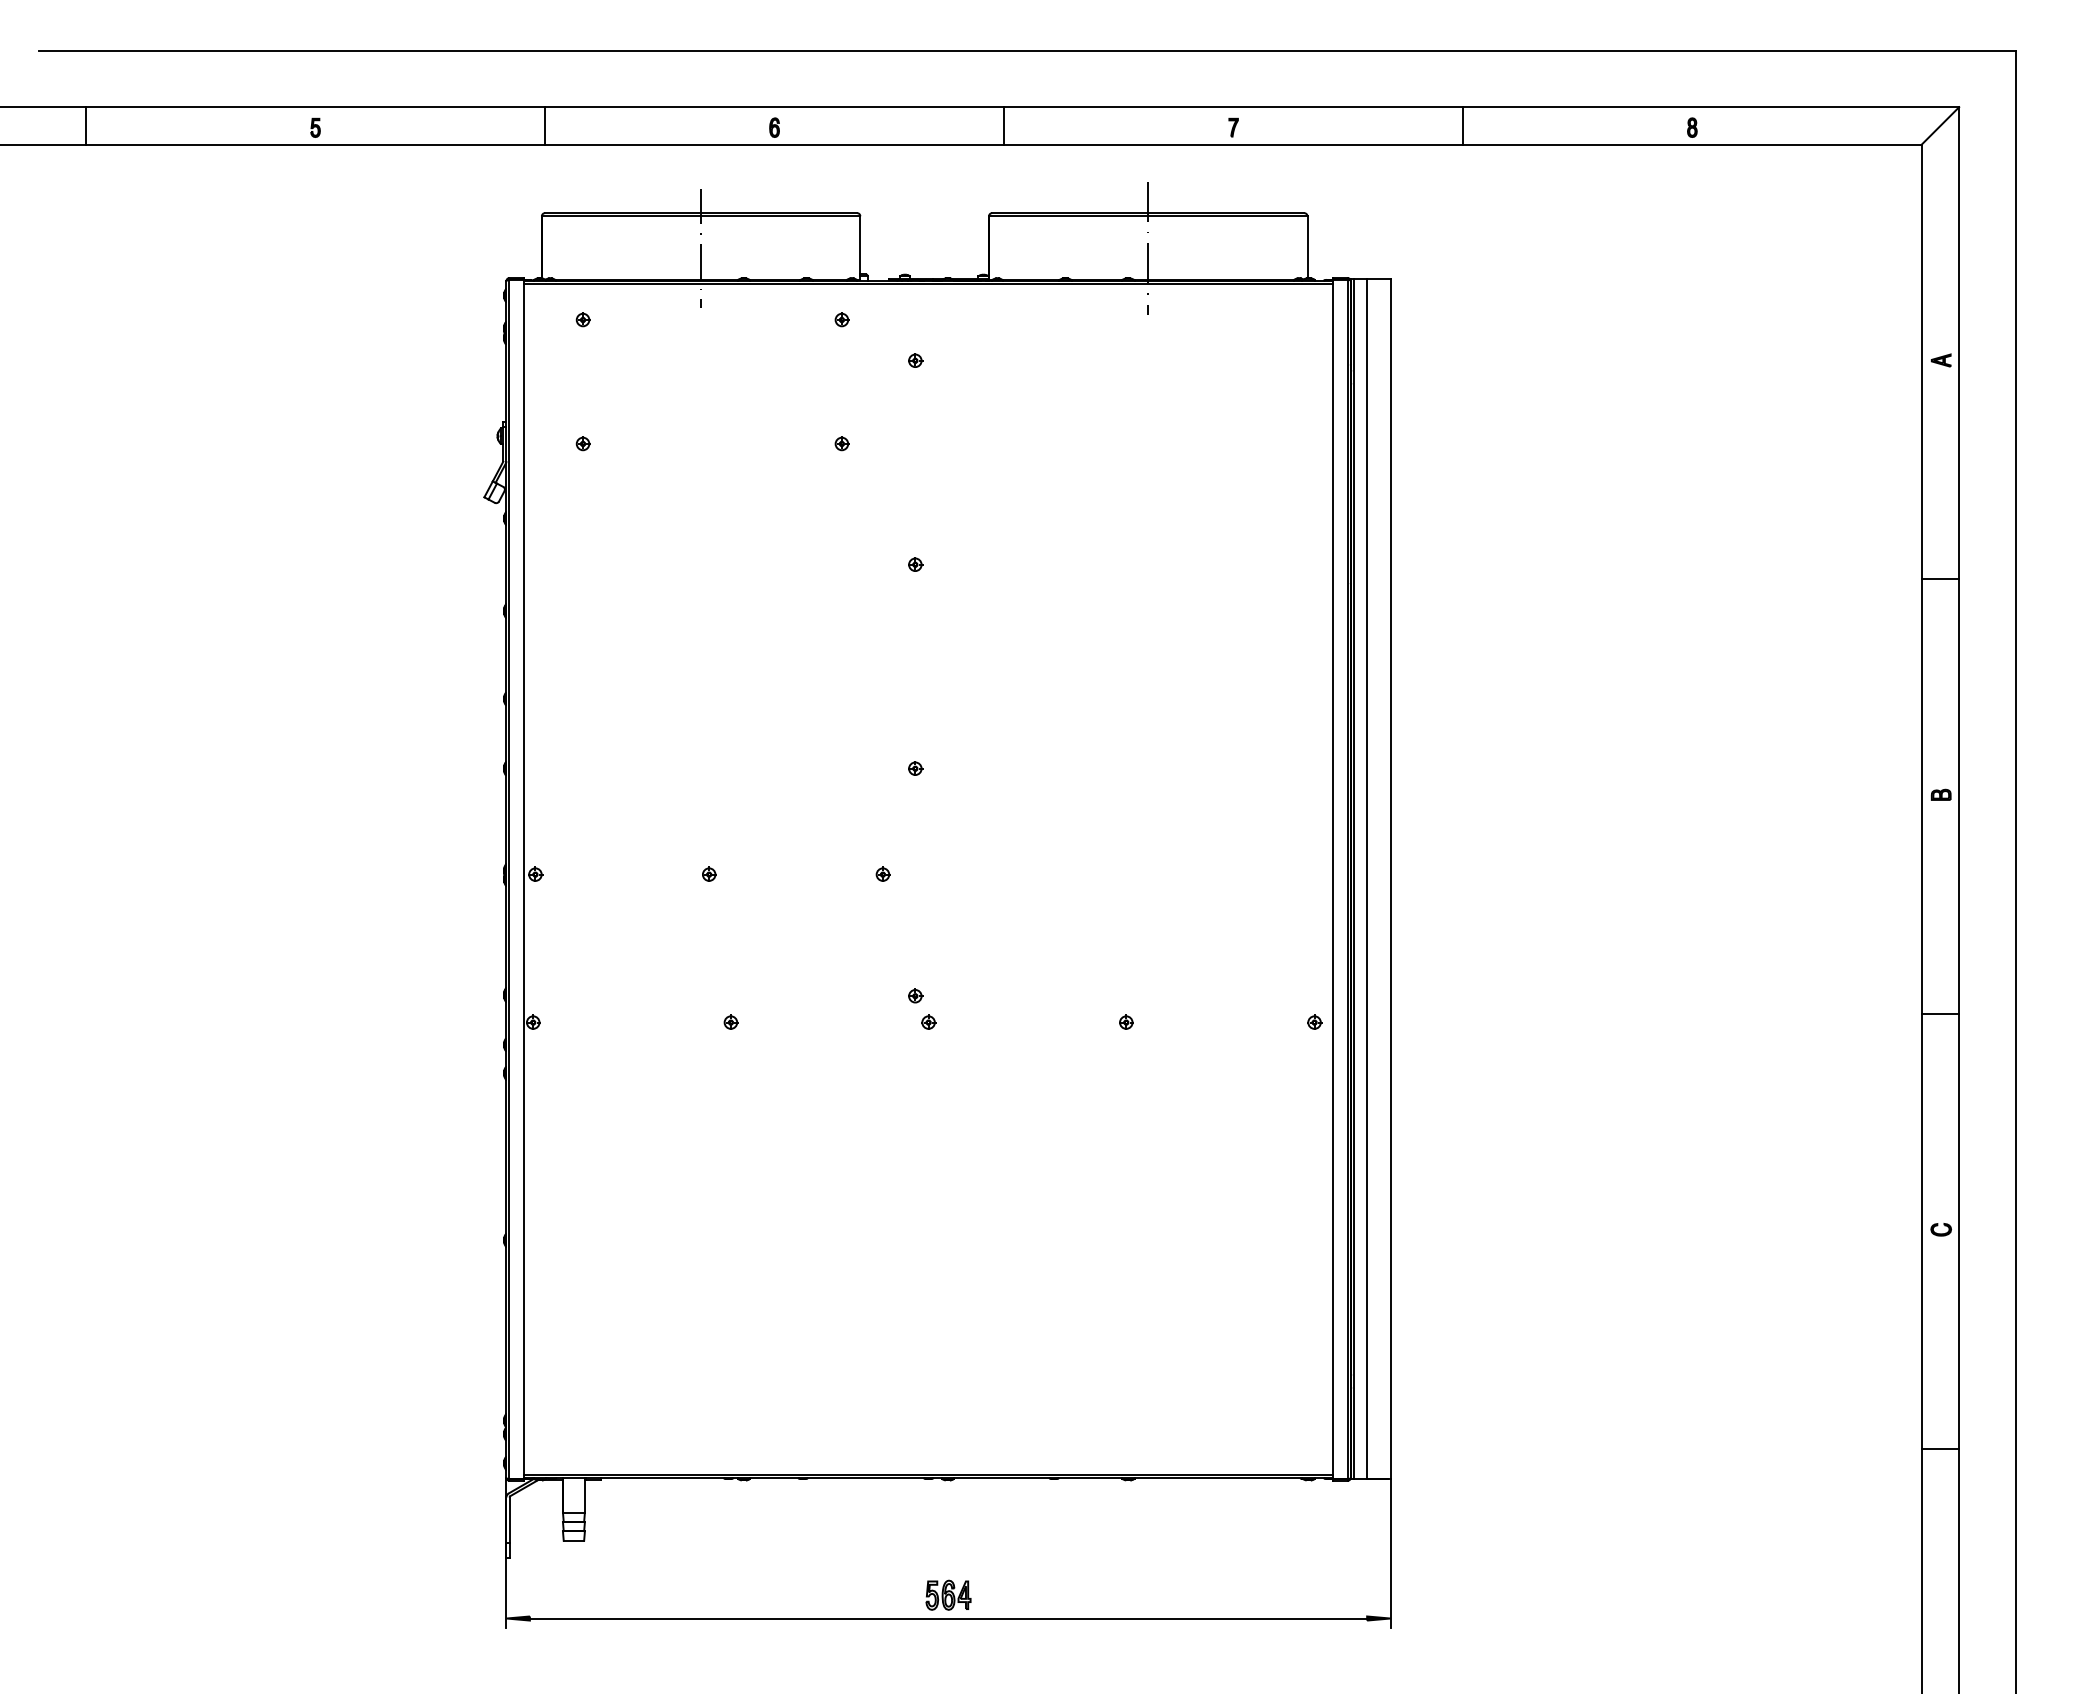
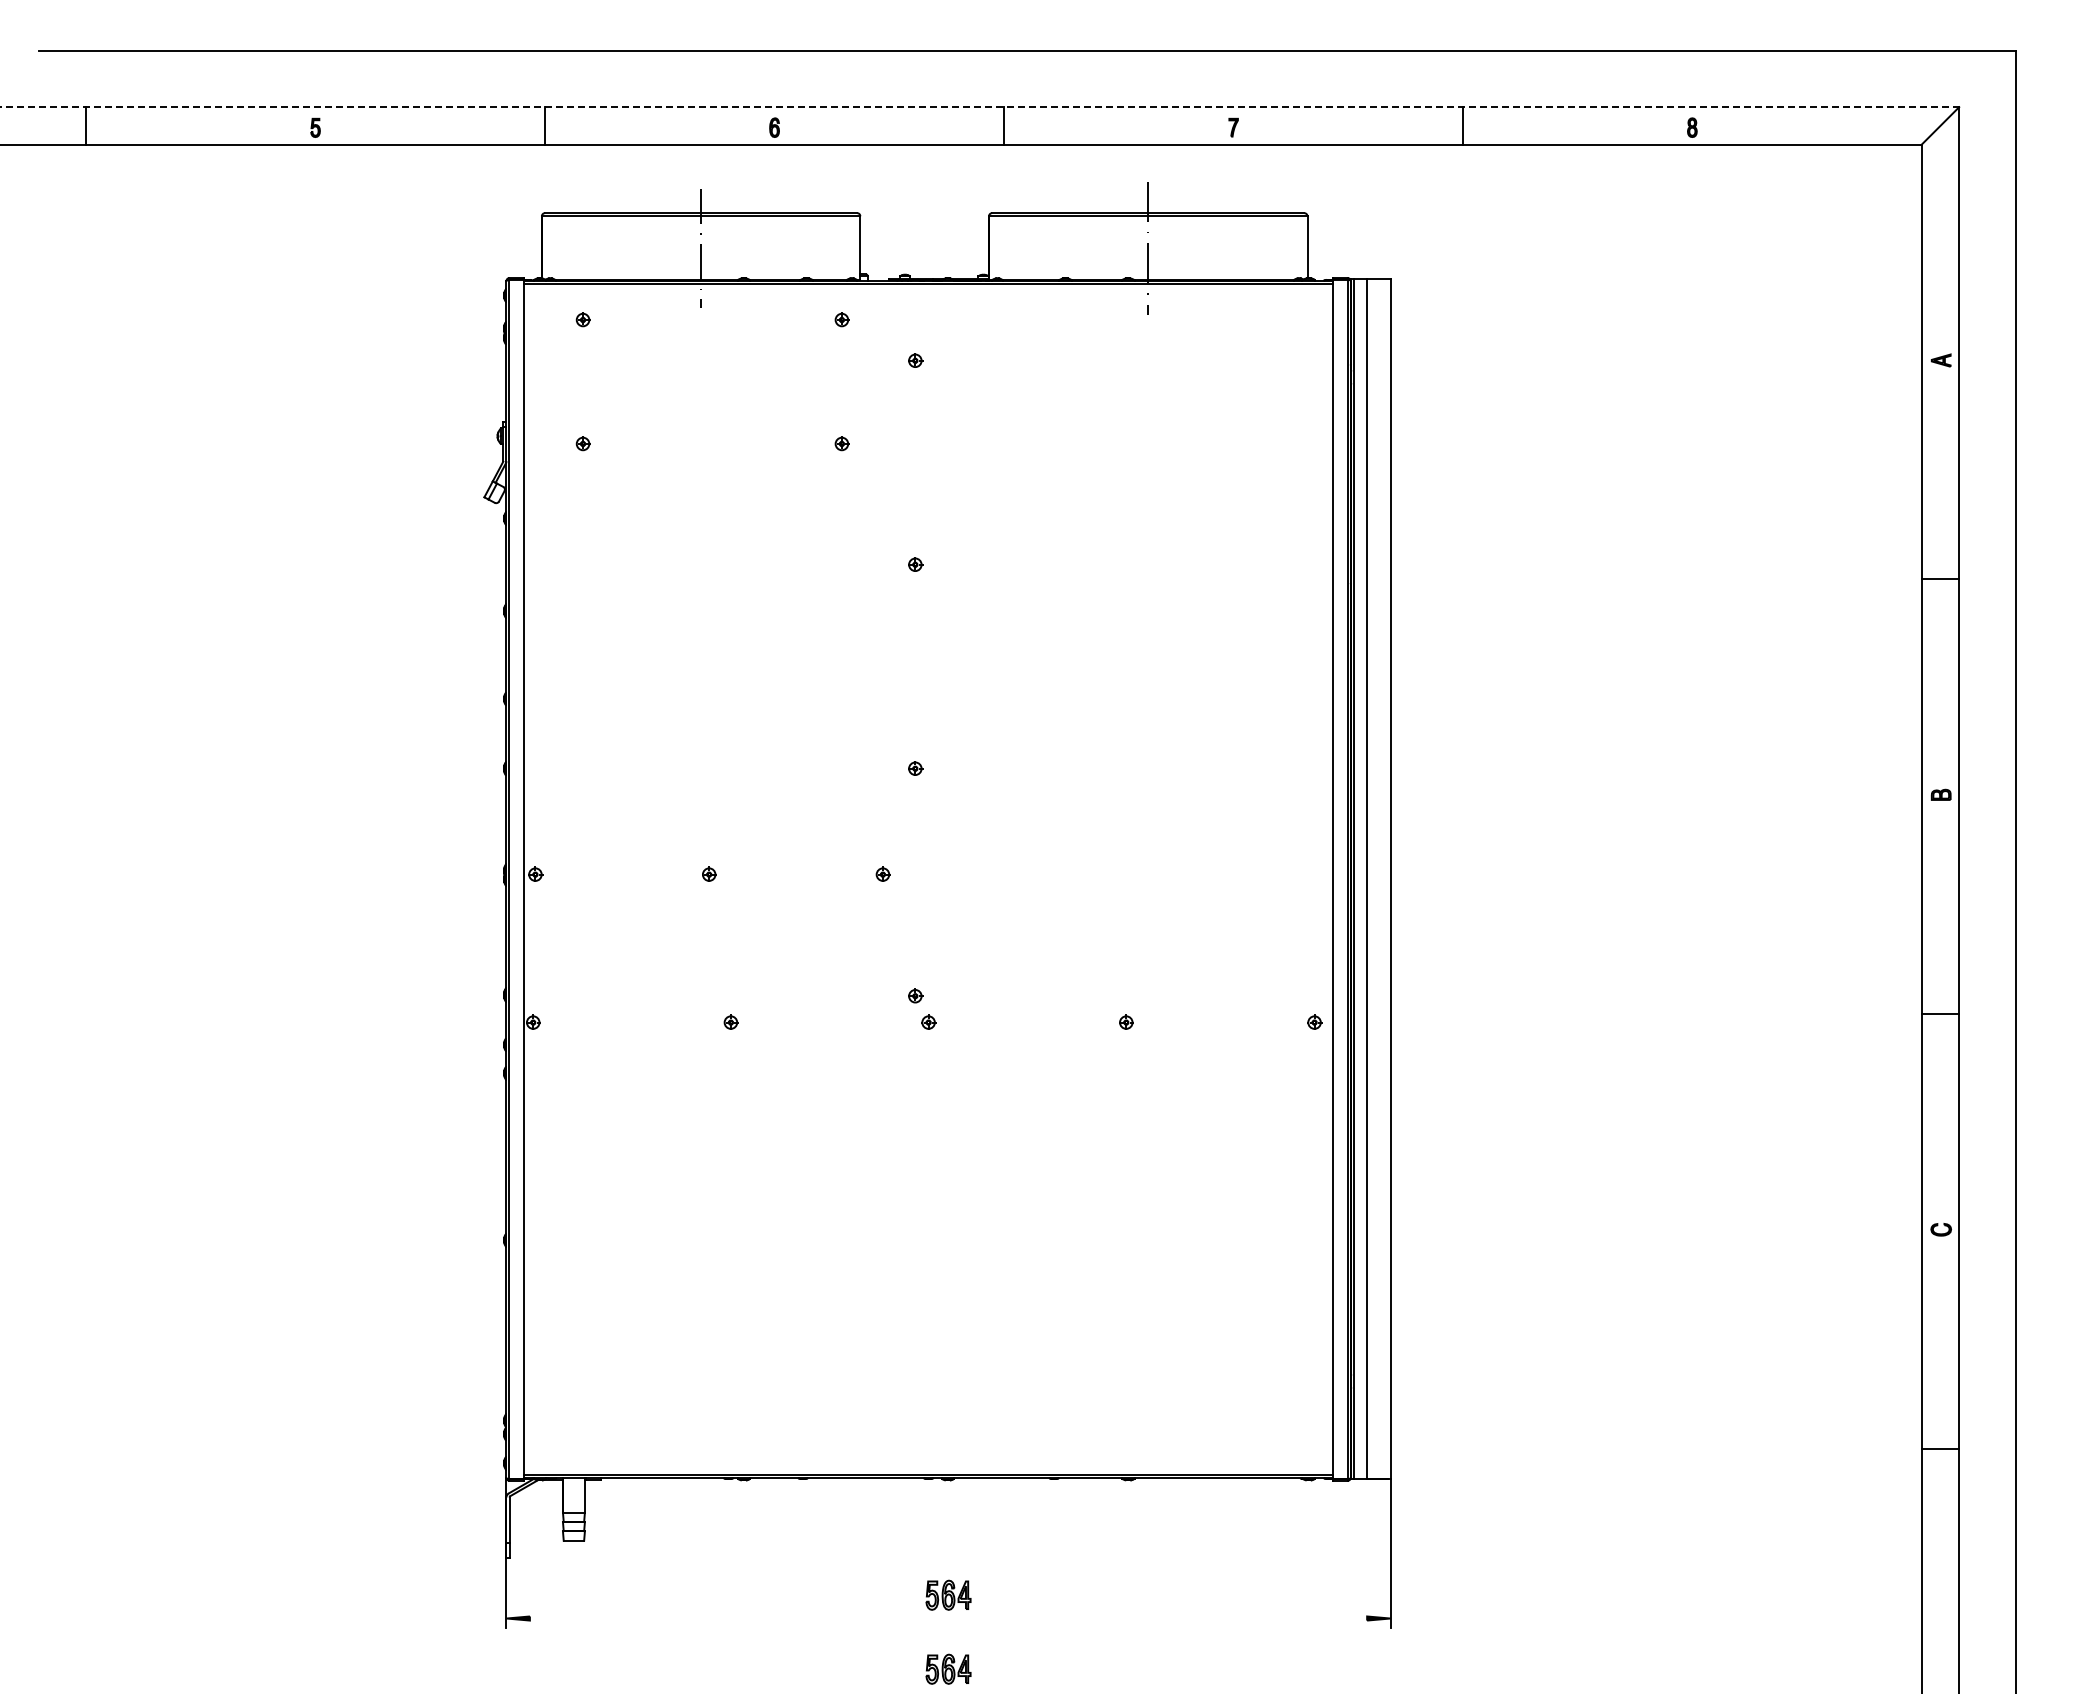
line at (980, 107): solid -> dashed
line at (948, 1618): present -> none
part at (948, 1668): none -> present
